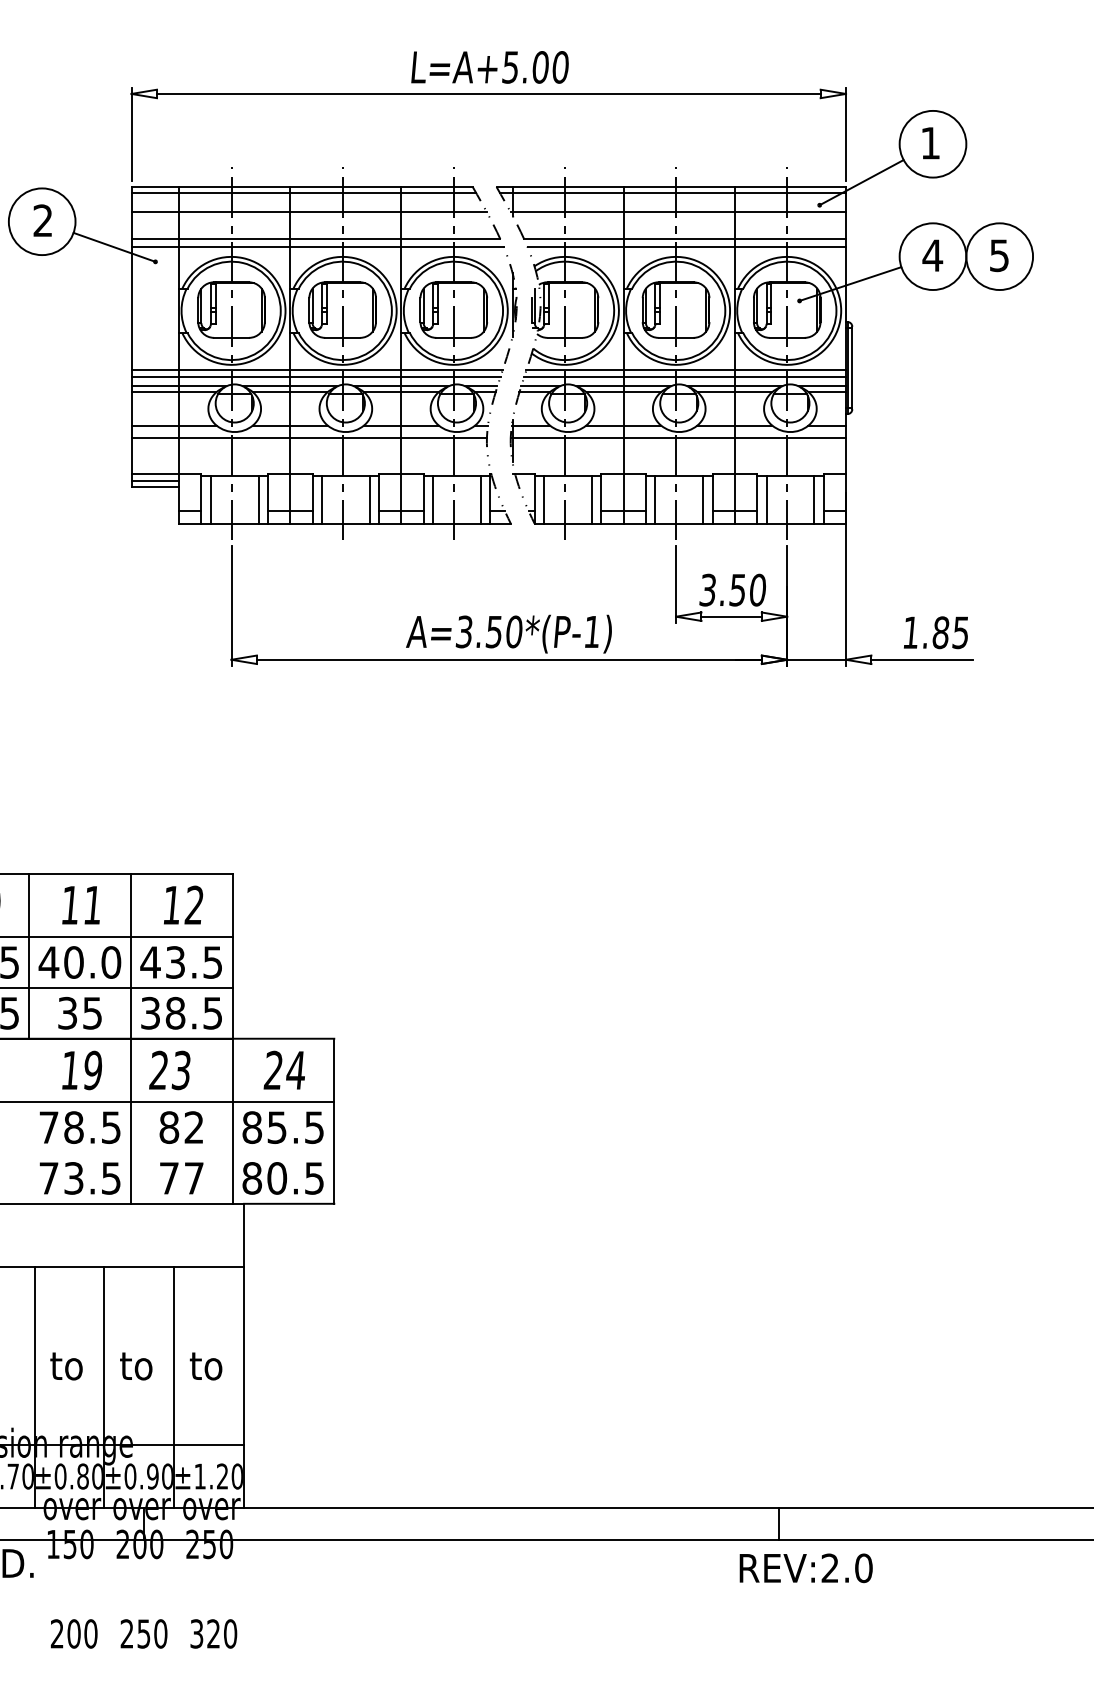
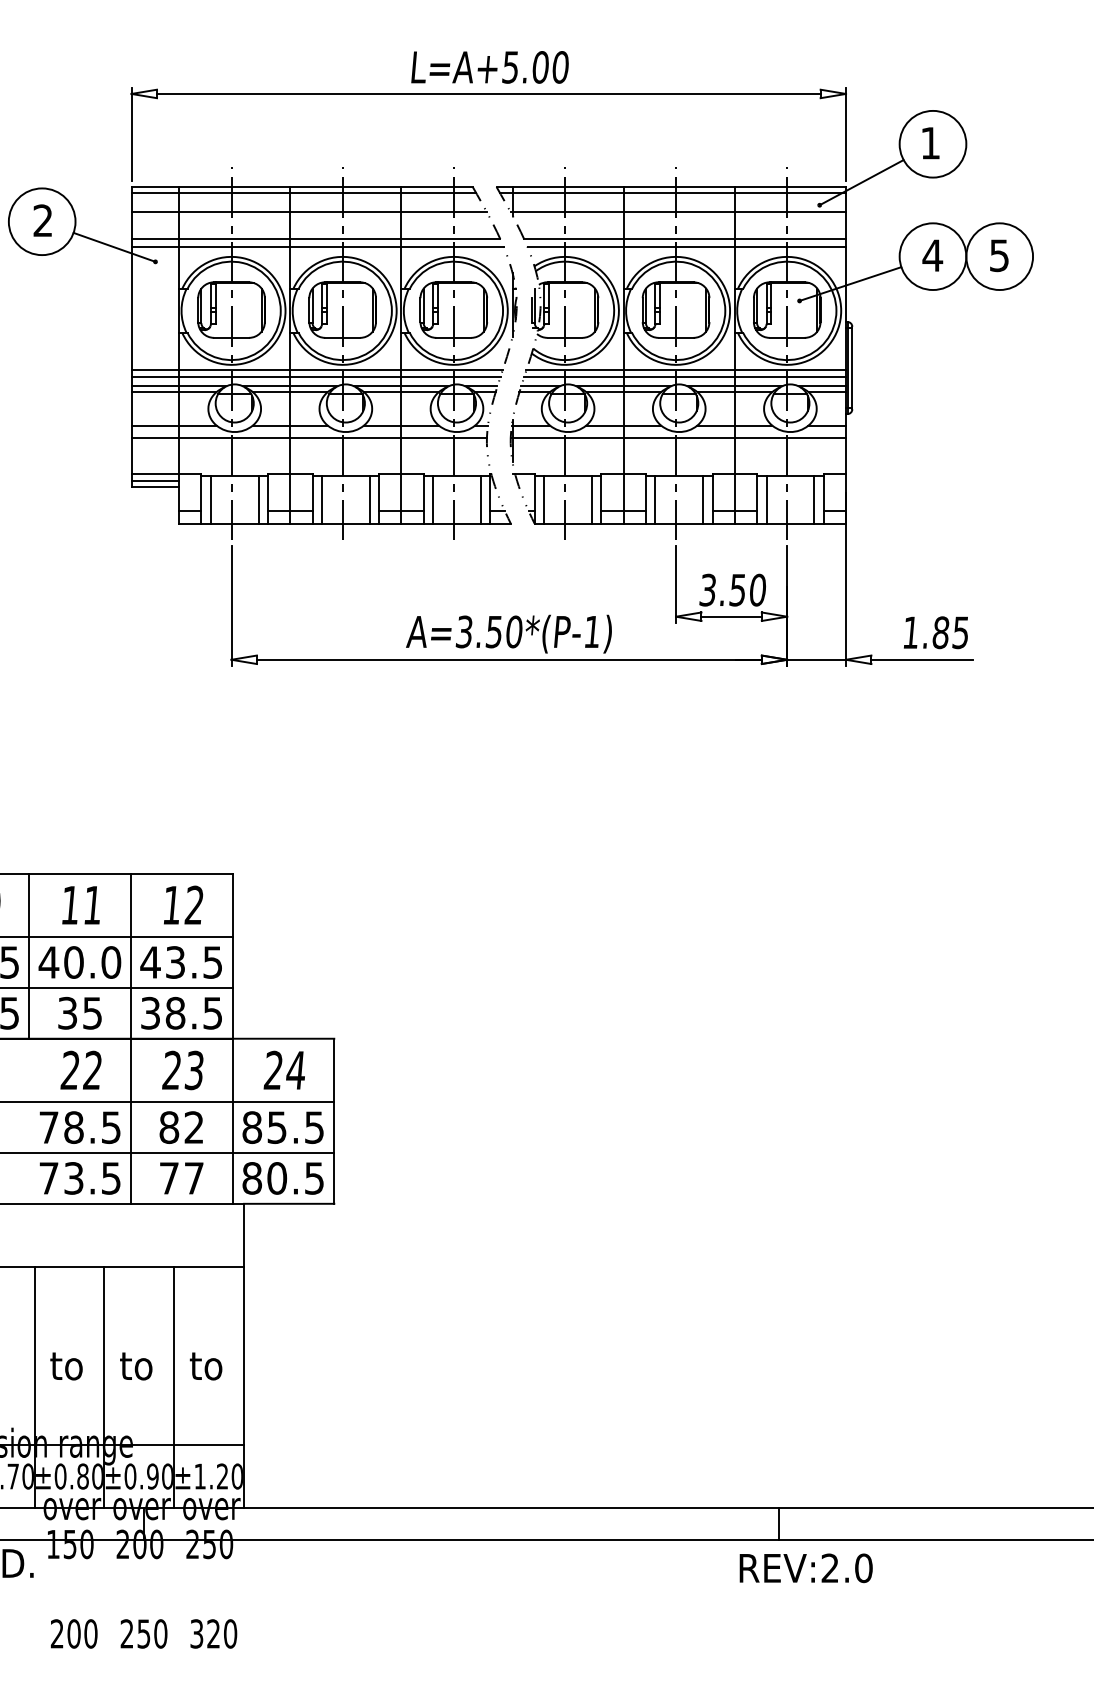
text at (81, 1070): 19 -> 22
text at (169, 1070) position: (169, 1070) -> (182, 1070)
line at (168, 1153): none -> present
